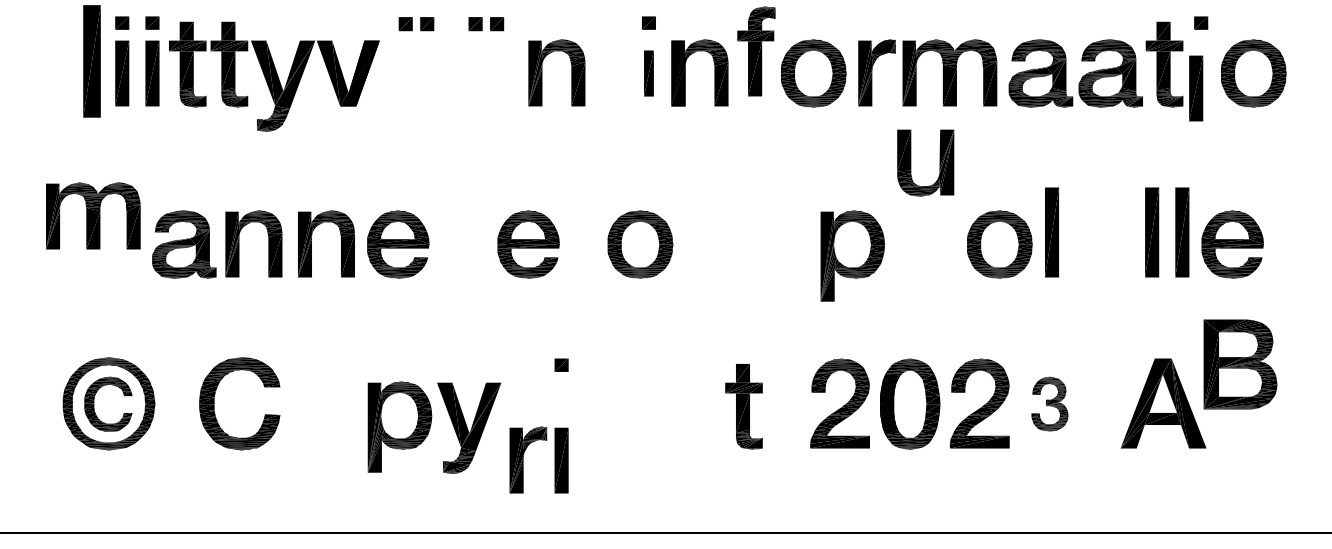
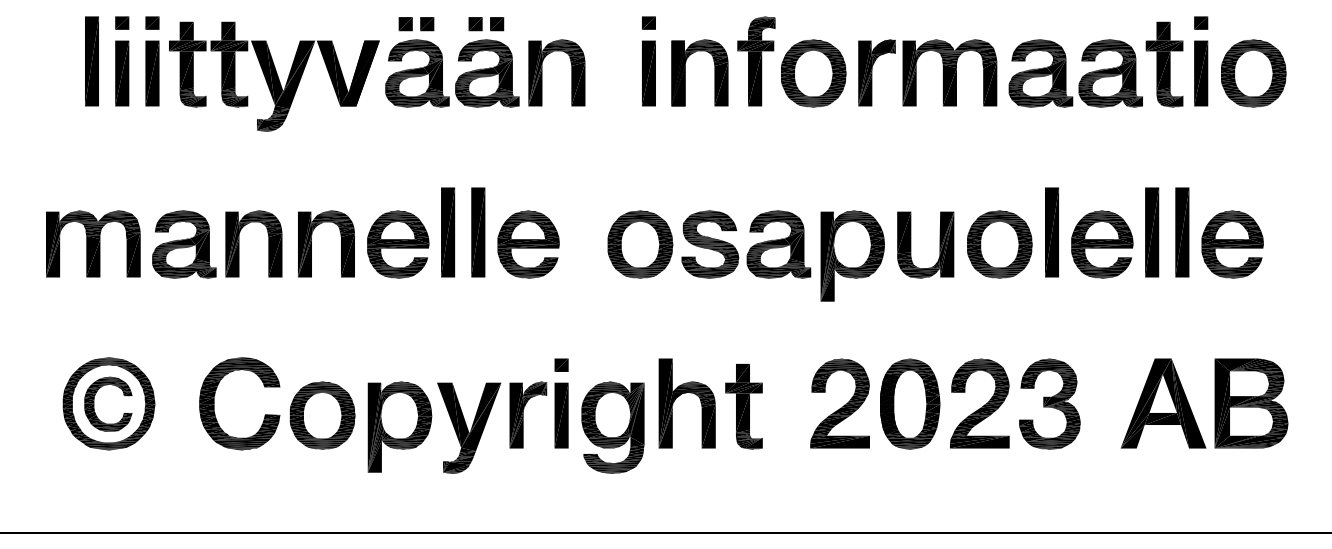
part at (756, 51) position: (756, 51) -> (756, 61)
part at (91, 61) size: 18x113 px -> 14x91 px
part at (648, 73) size: 10x47 px -> 14x67 px
part at (457, 78): none -> present
part at (1196, 88) position: (1196, 88) -> (1201, 73)
part at (911, 162) position: (911, 162) -> (911, 244)
part at (93, 215) position: (93, 215) -> (93, 243)
part at (448, 232): none -> present
part at (478, 232): none -> present
part at (746, 244): none -> present
part at (1102, 244): none -> present
part at (1240, 364) position: (1240, 364) -> (1251, 403)
part at (682, 394): none -> present
part at (1049, 403) size: 38x56 px -> 62x92 px
part at (322, 415): none -> present
part at (612, 427): none -> present
part at (524, 454) position: (524, 454) -> (524, 409)
